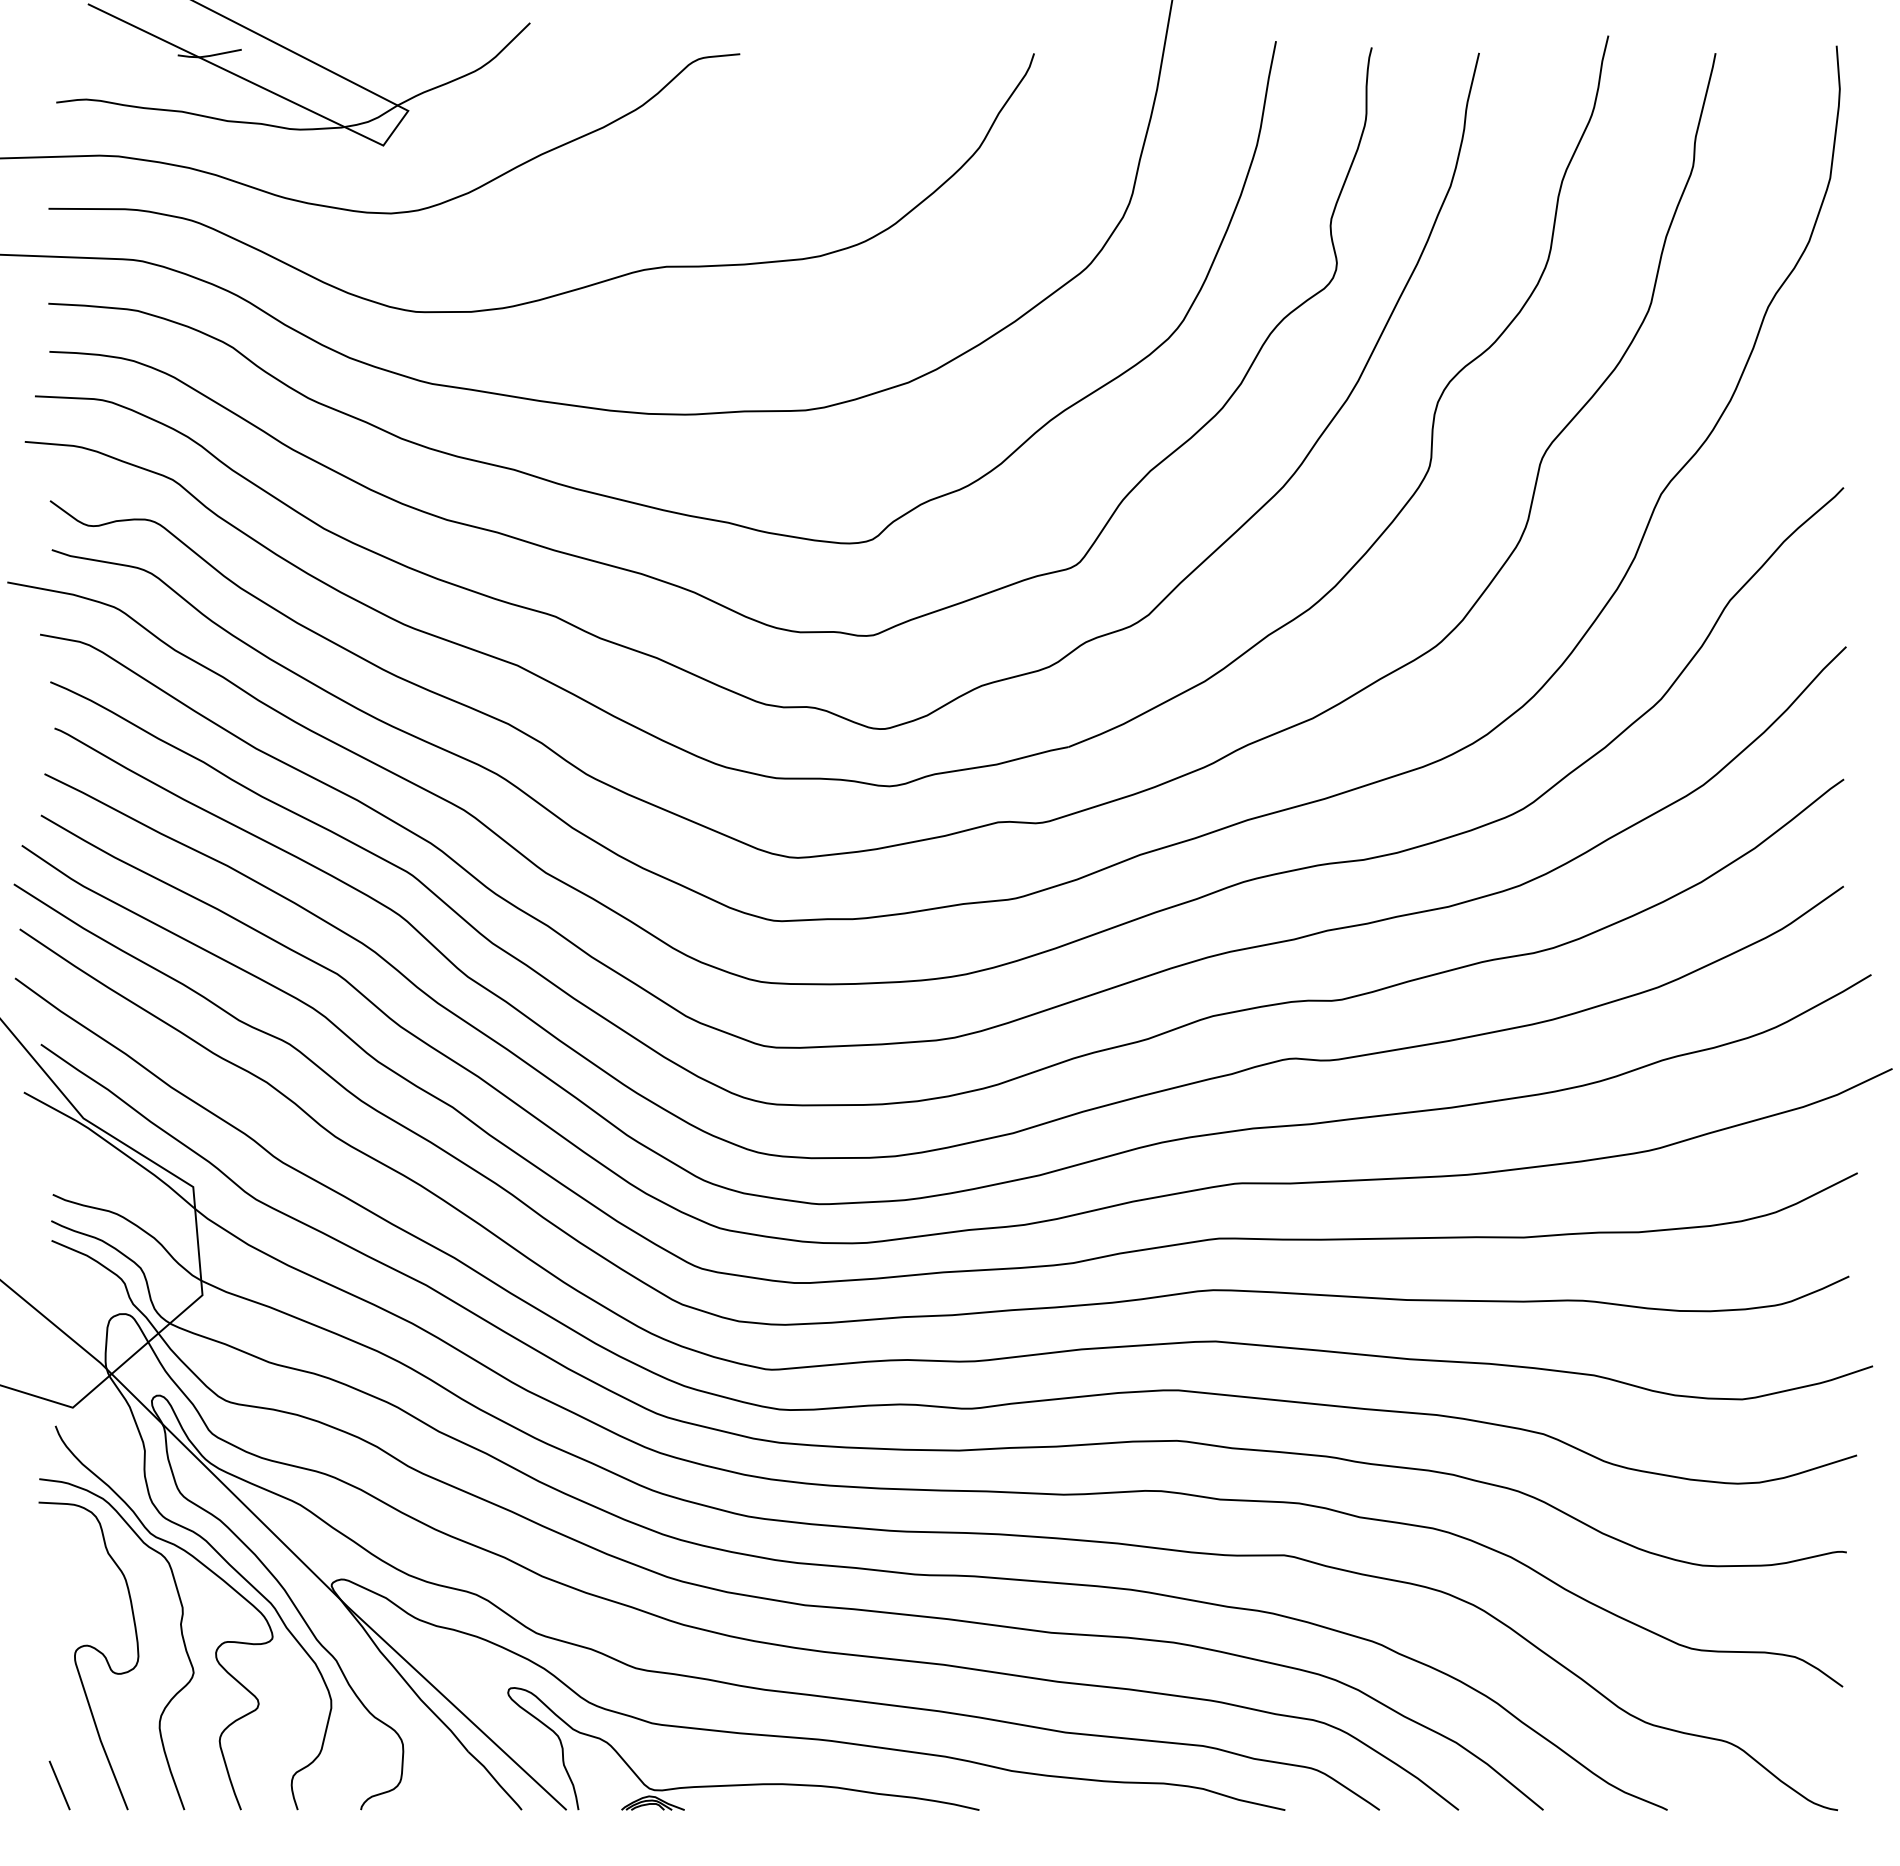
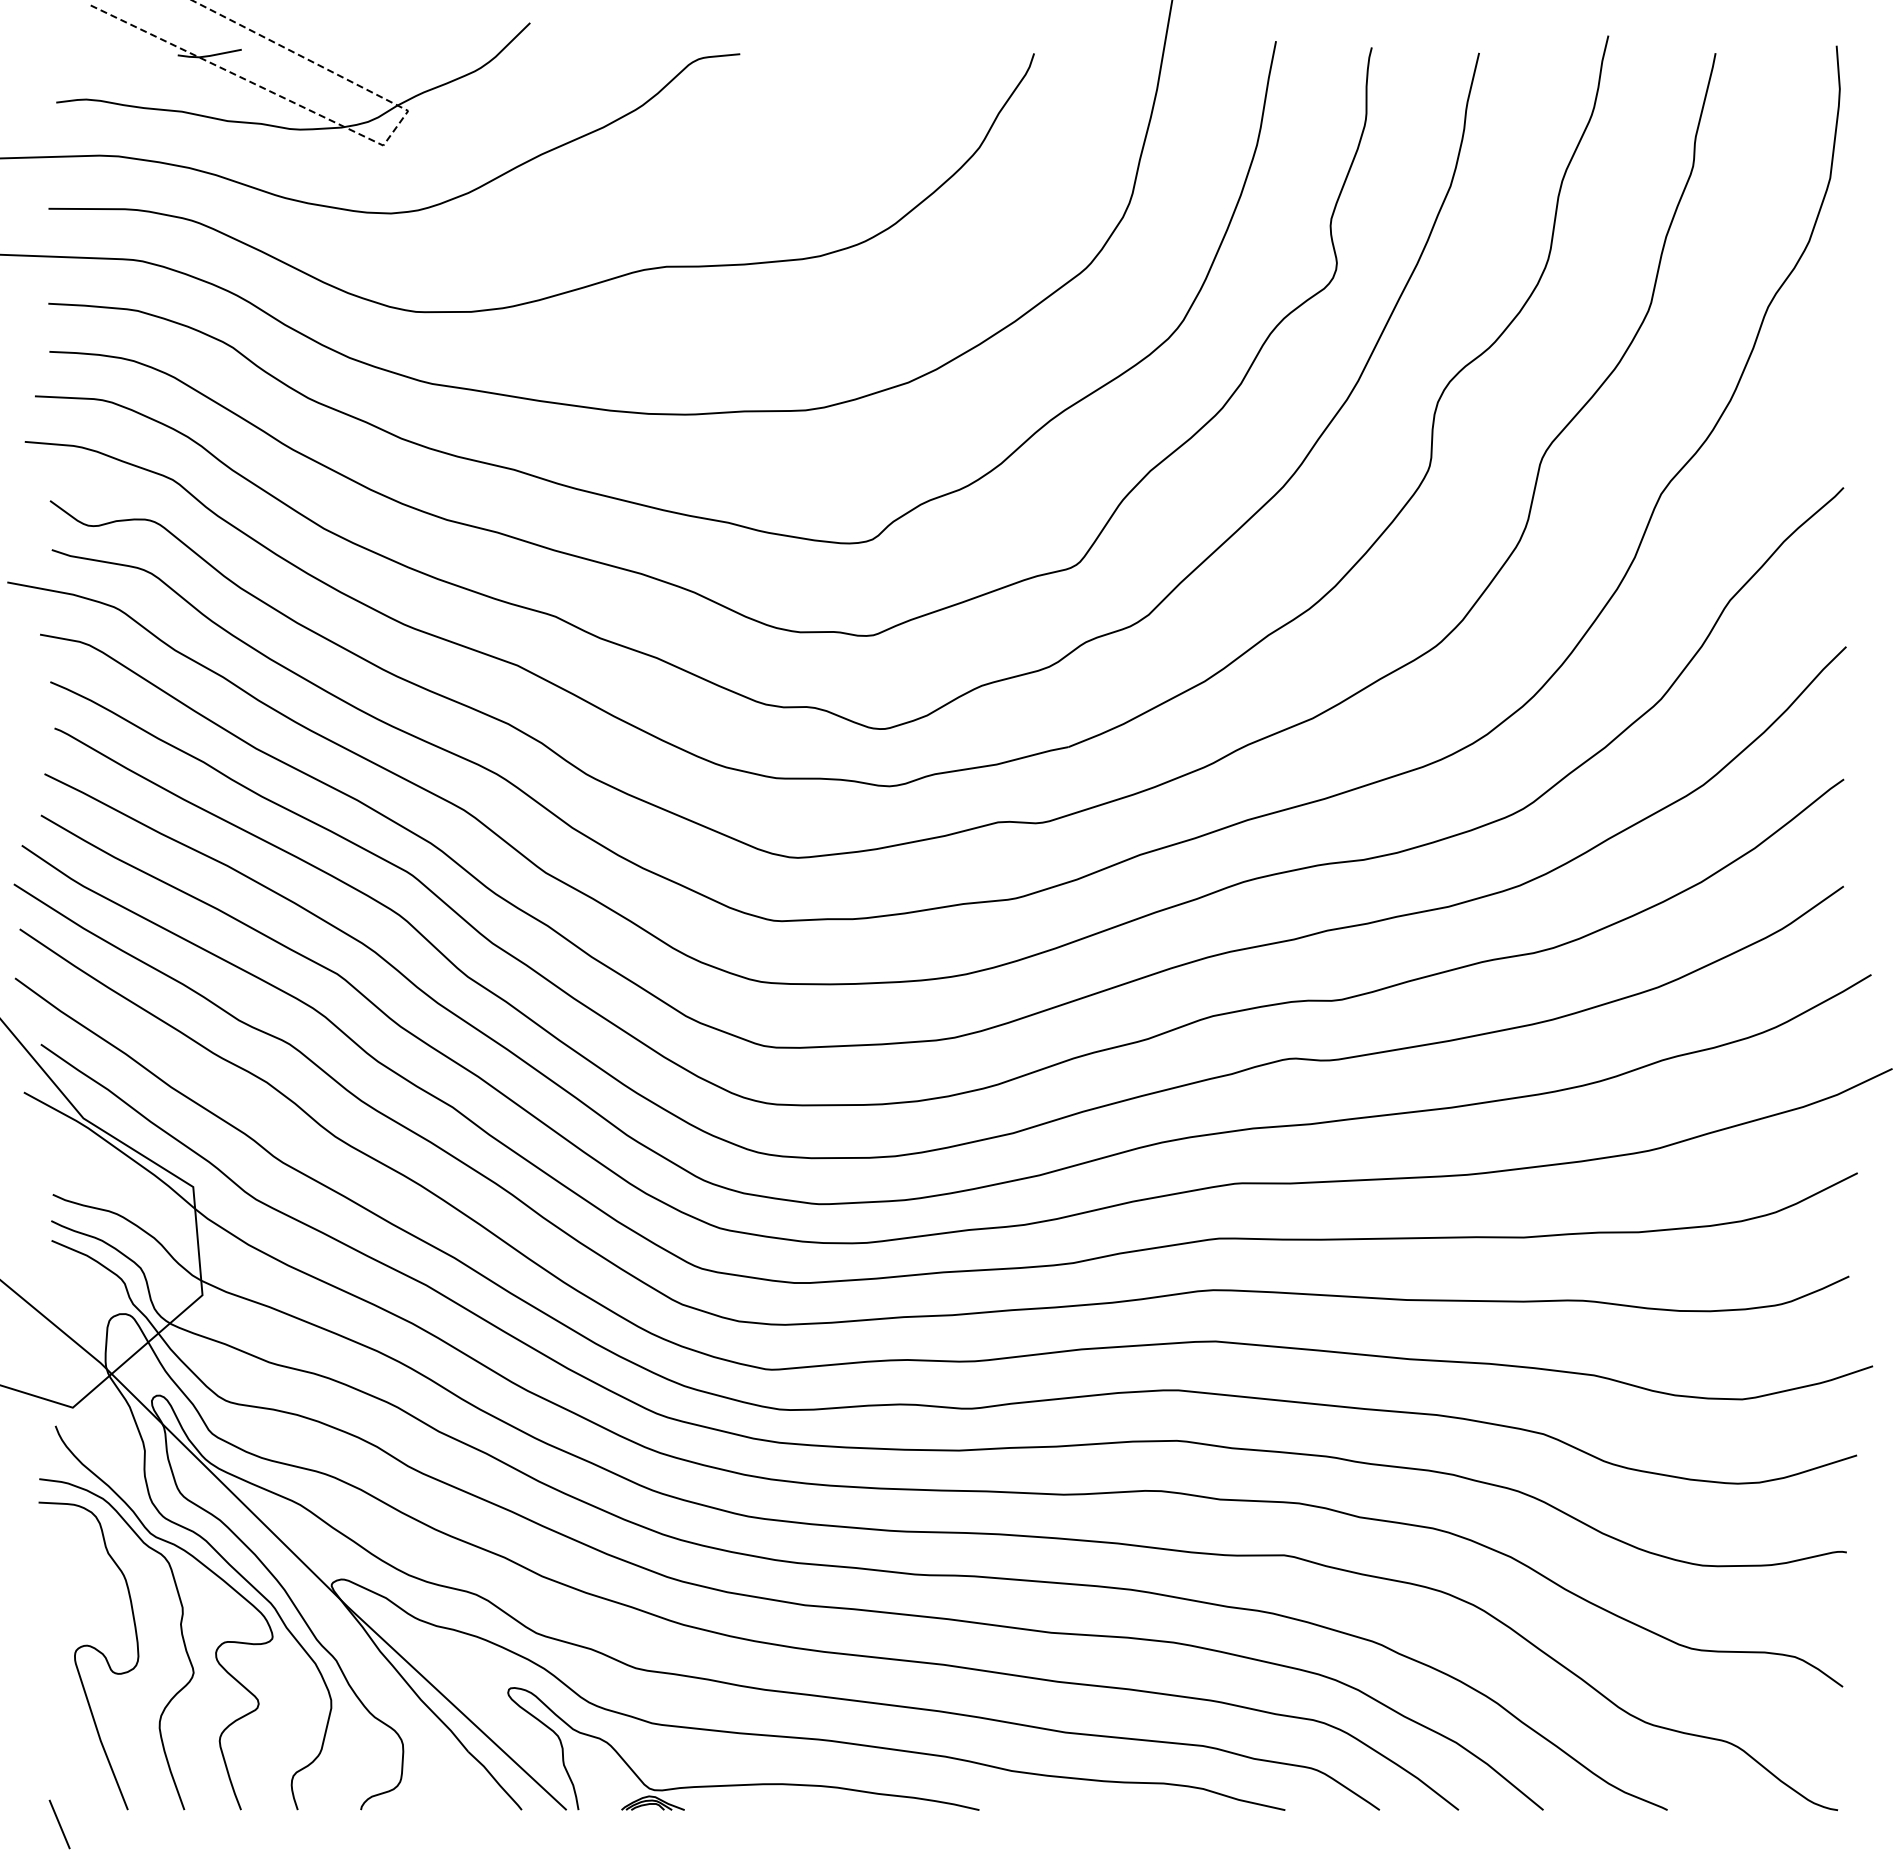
line at (365, 136): solid -> dashed
line at (59, 1785) position: (59, 1785) -> (59, 1824)
